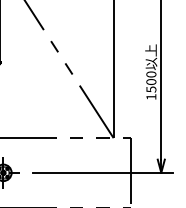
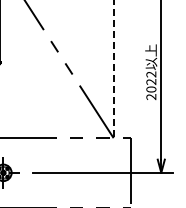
line at (113, 68): solid -> dashed
text at (151, 85): 1500 -> 2022
